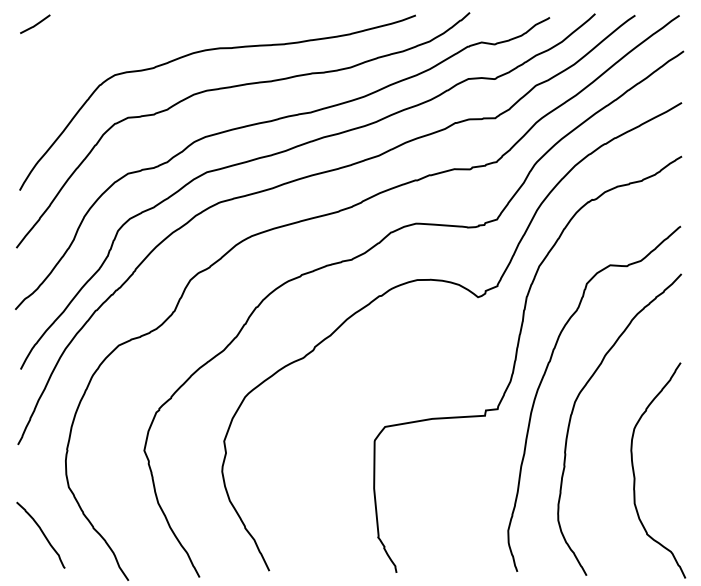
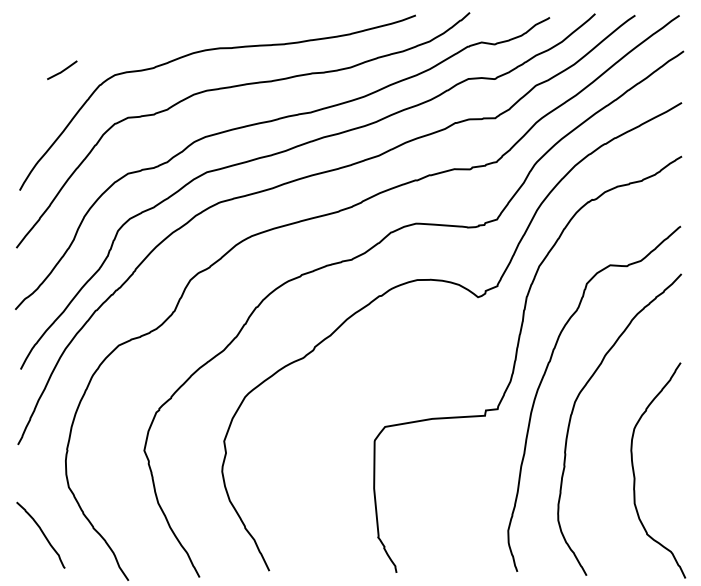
line at (36, 23) position: (36, 23) -> (63, 69)
